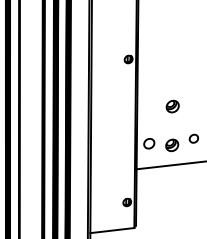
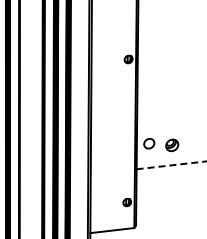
part at (172, 106): present -> none
part at (193, 138): present -> none
line at (172, 165): solid -> dashed
